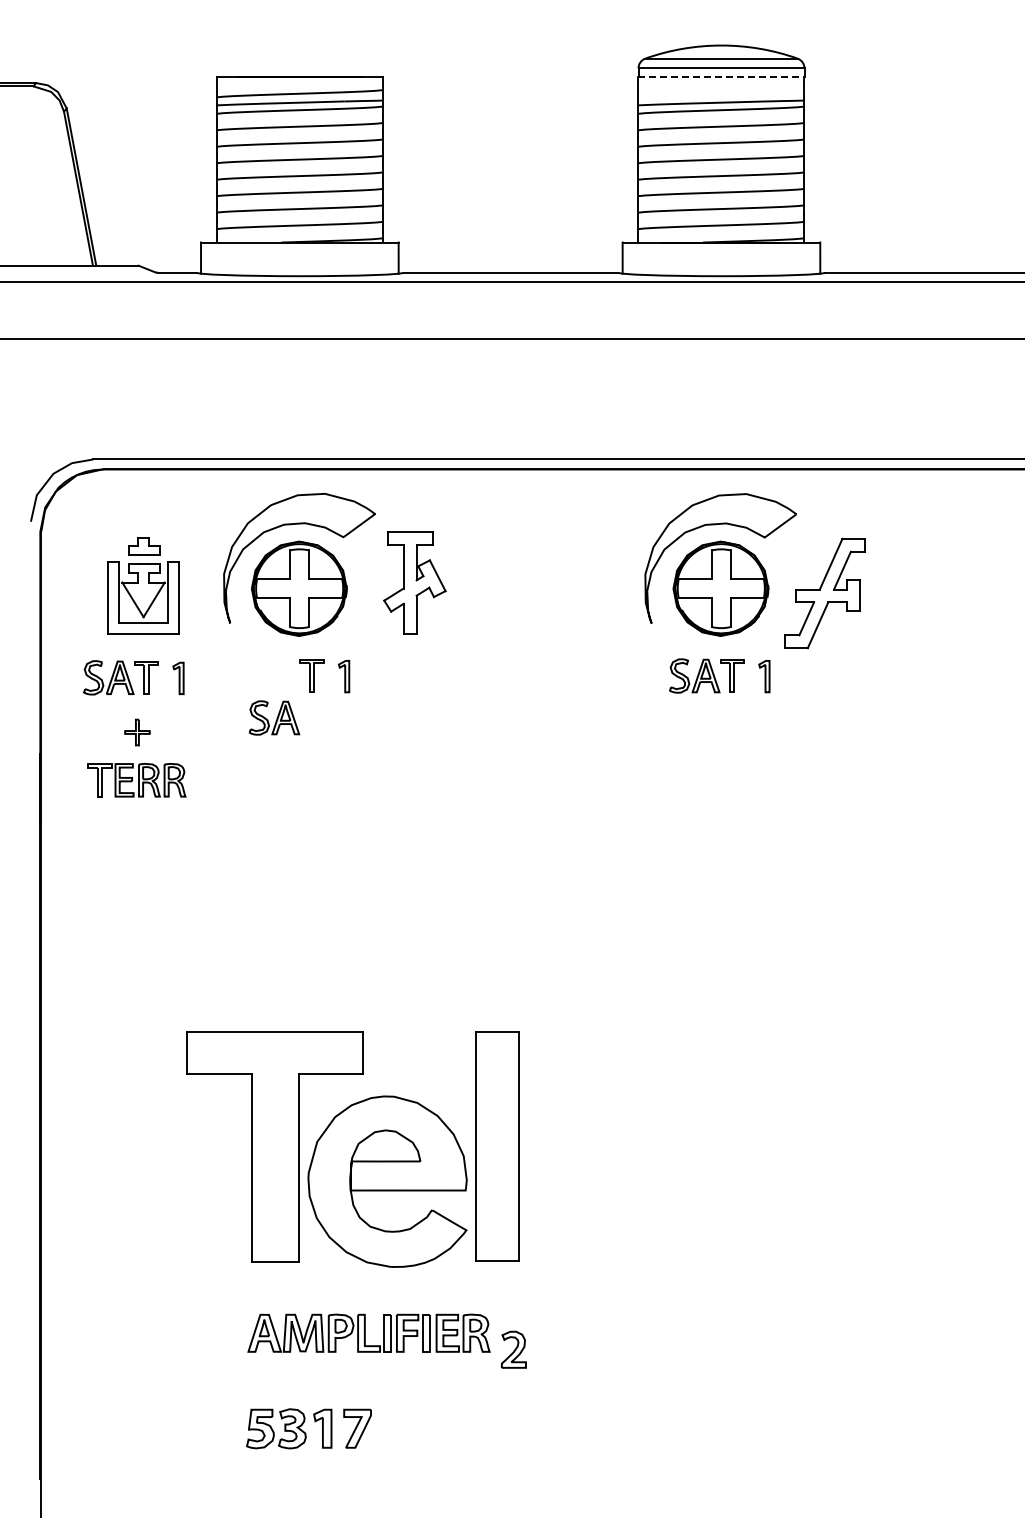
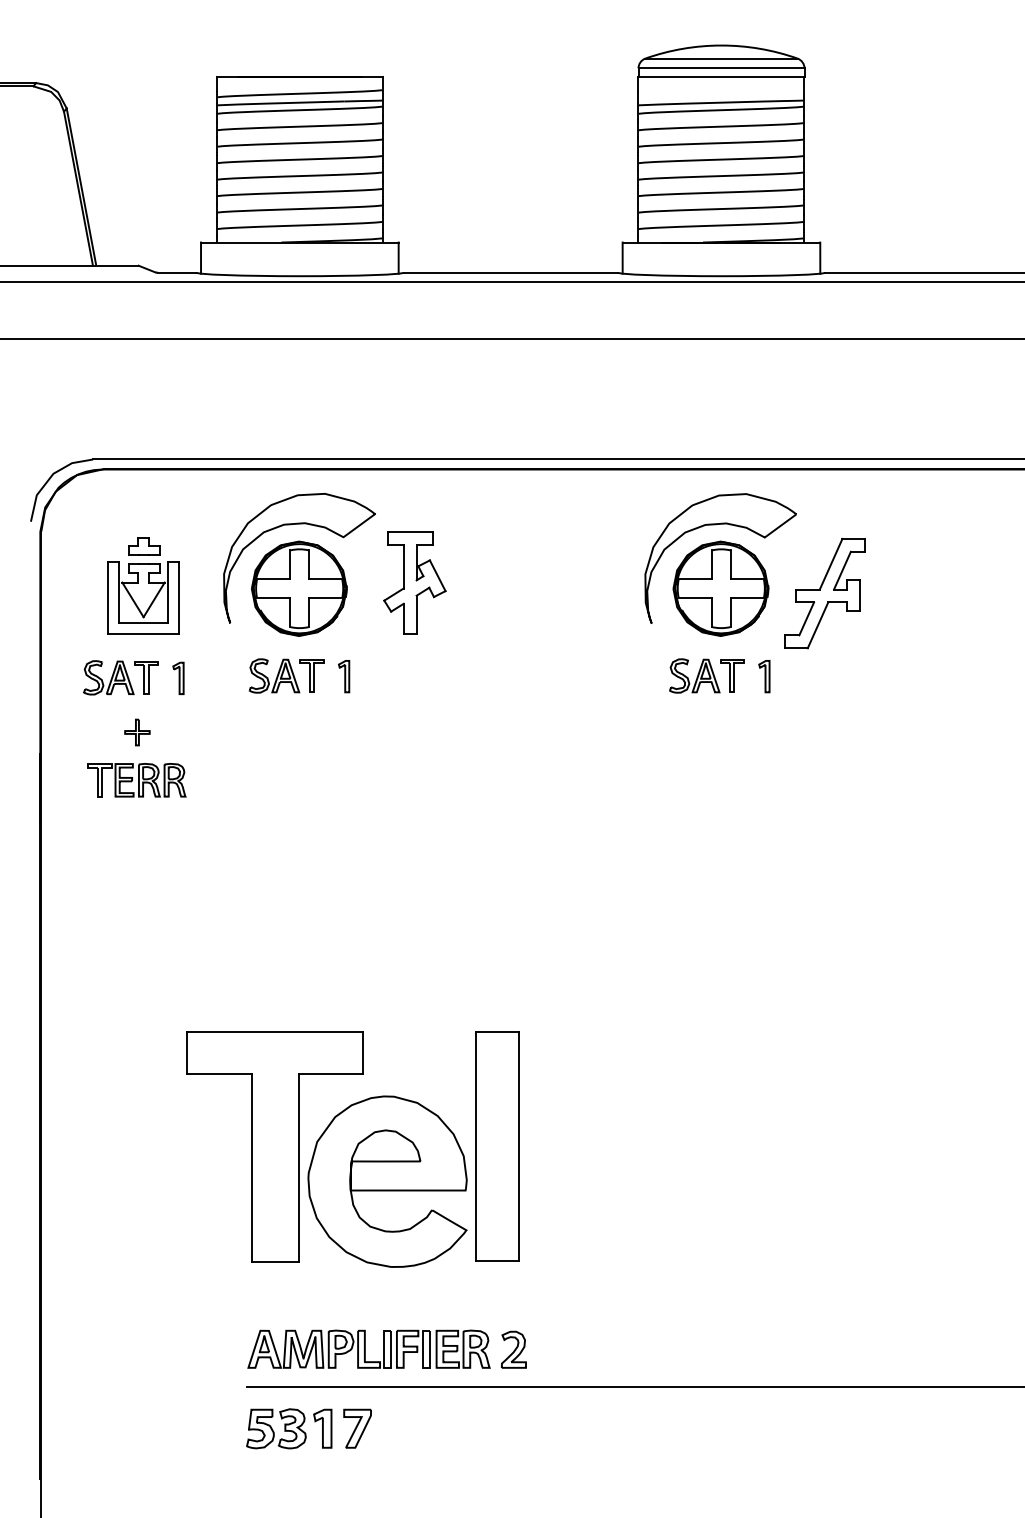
line at (721, 76): dashed -> solid
part at (274, 717) position: (274, 717) -> (274, 675)
part at (368, 1332) position: (368, 1332) -> (368, 1348)
line at (634, 1387): none -> present
